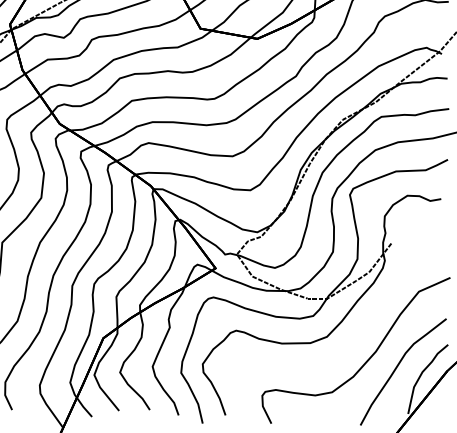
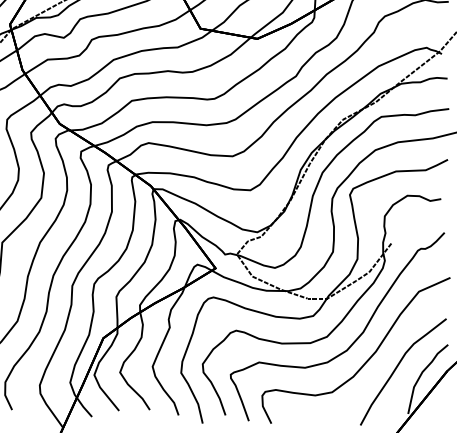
curve at (353, 341): none -> present
